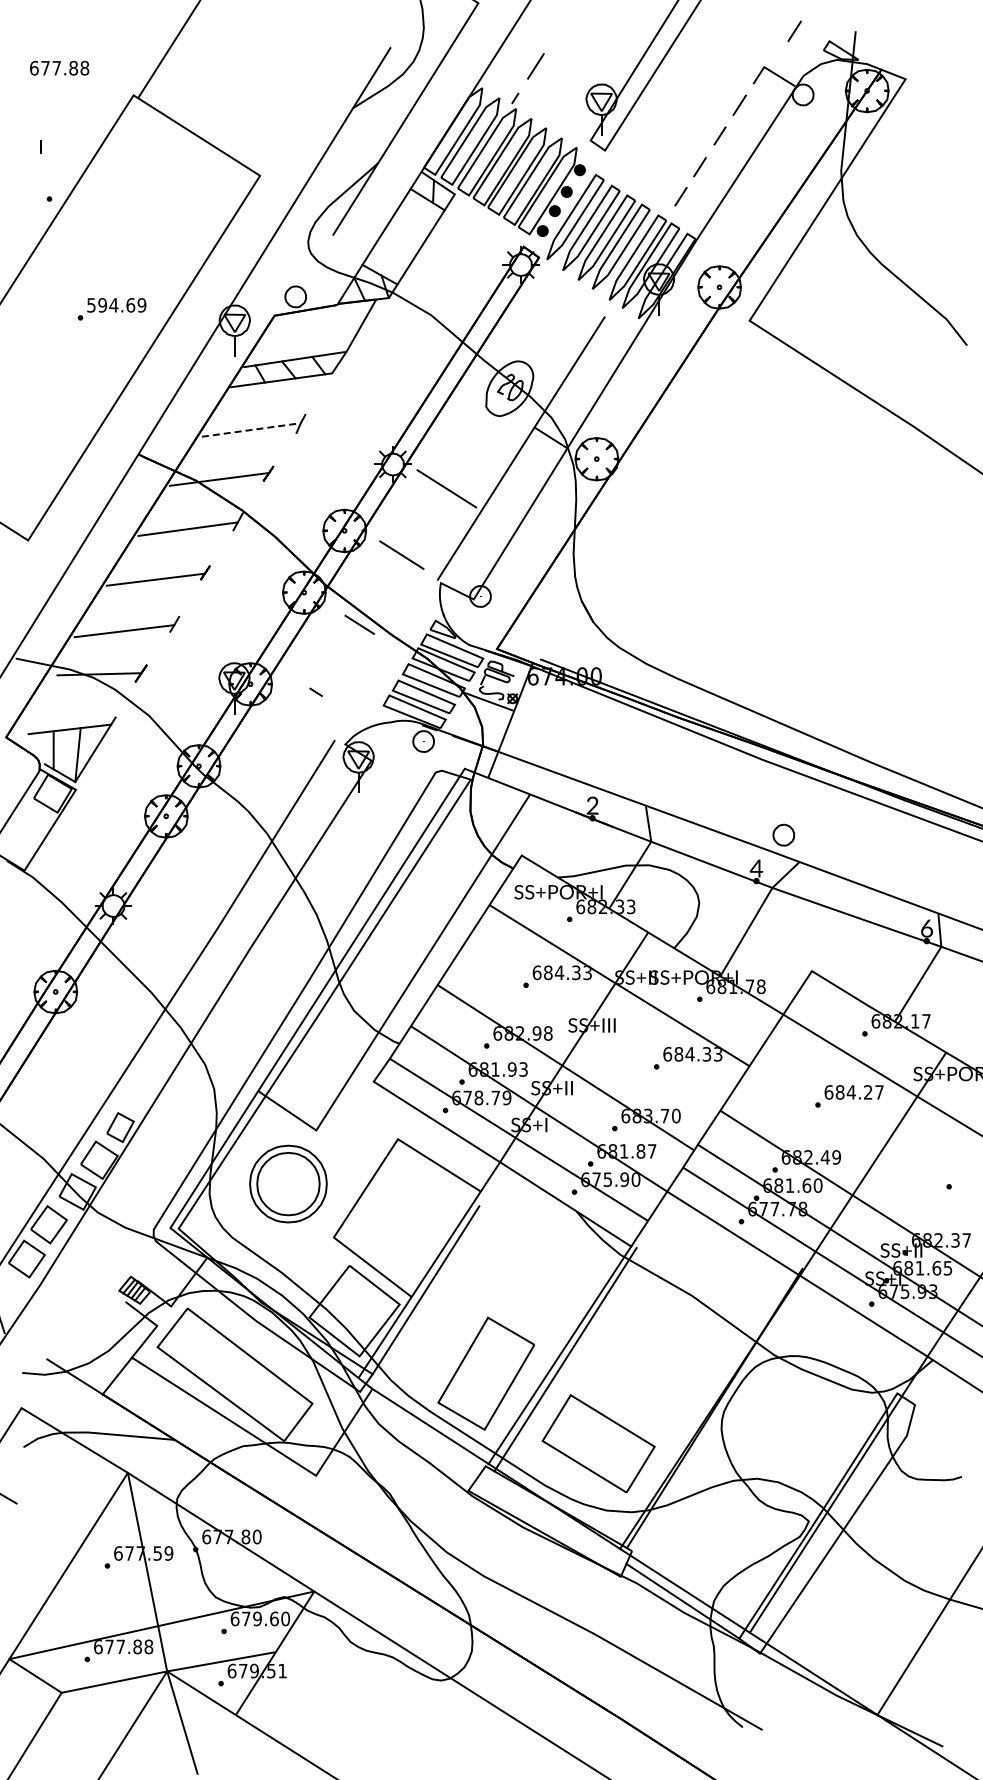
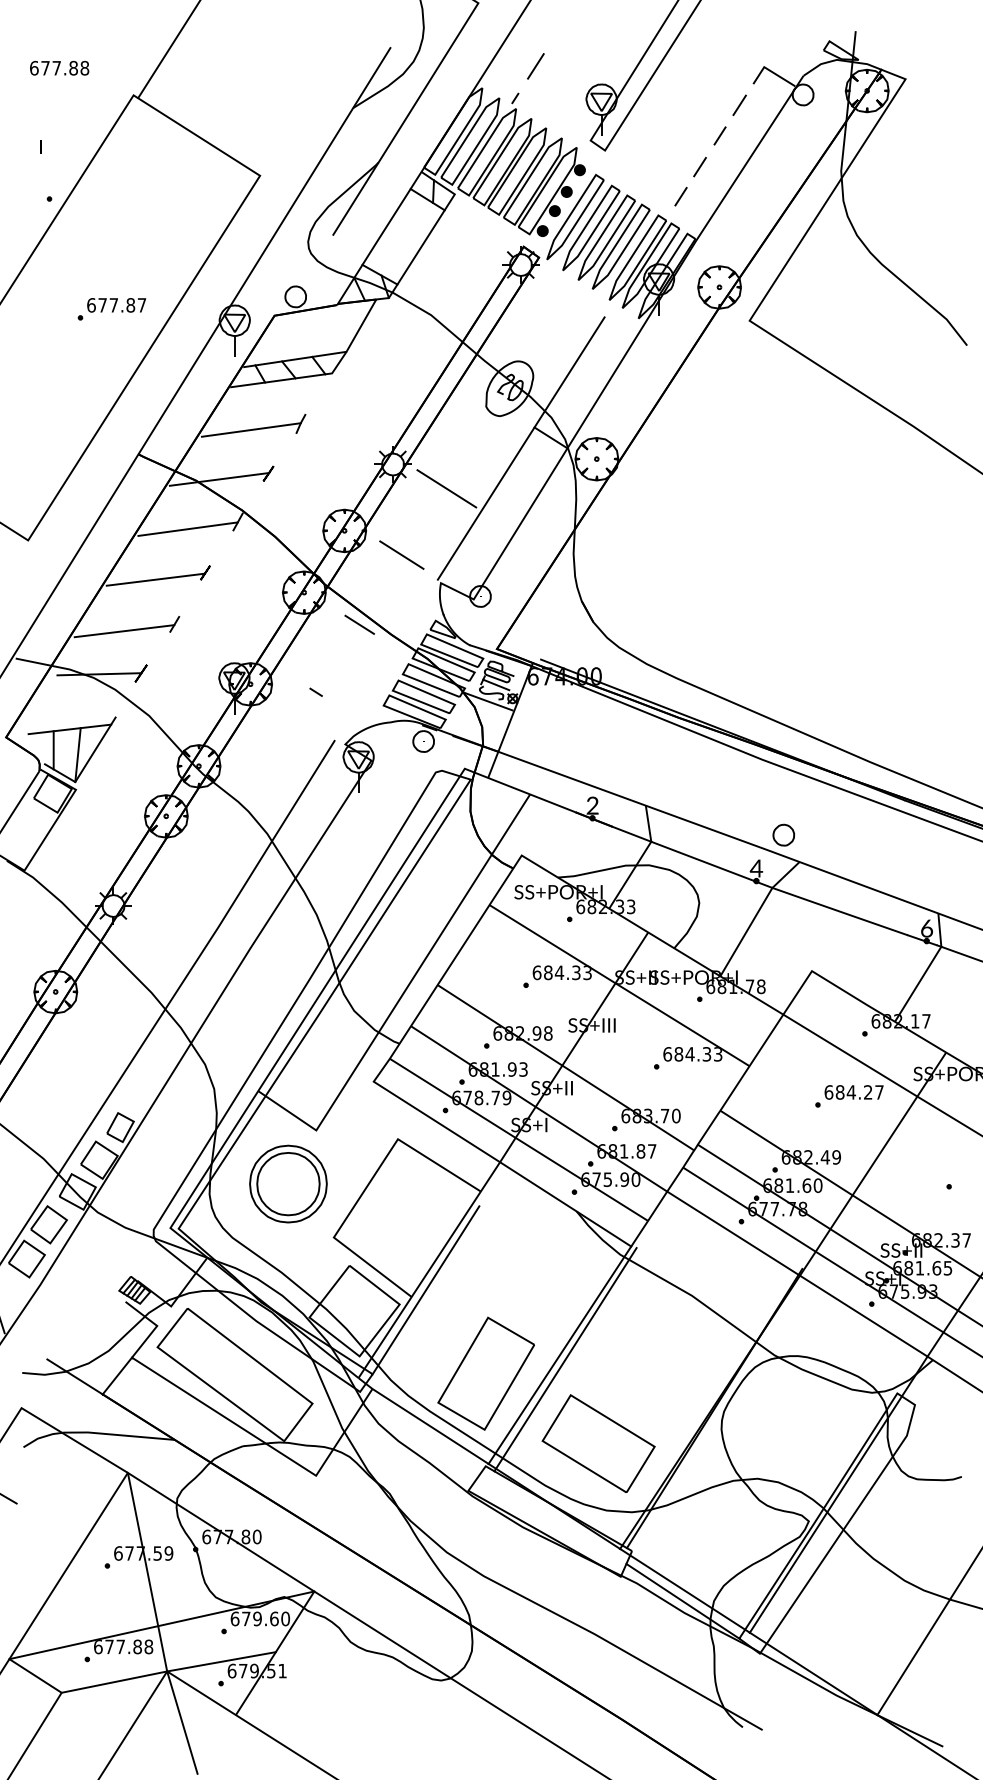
line at (794, 31): present -> none
text at (116, 305): 594.69 -> 677.87
line at (251, 429): dashed -> solid
line at (496, 684): none -> present
